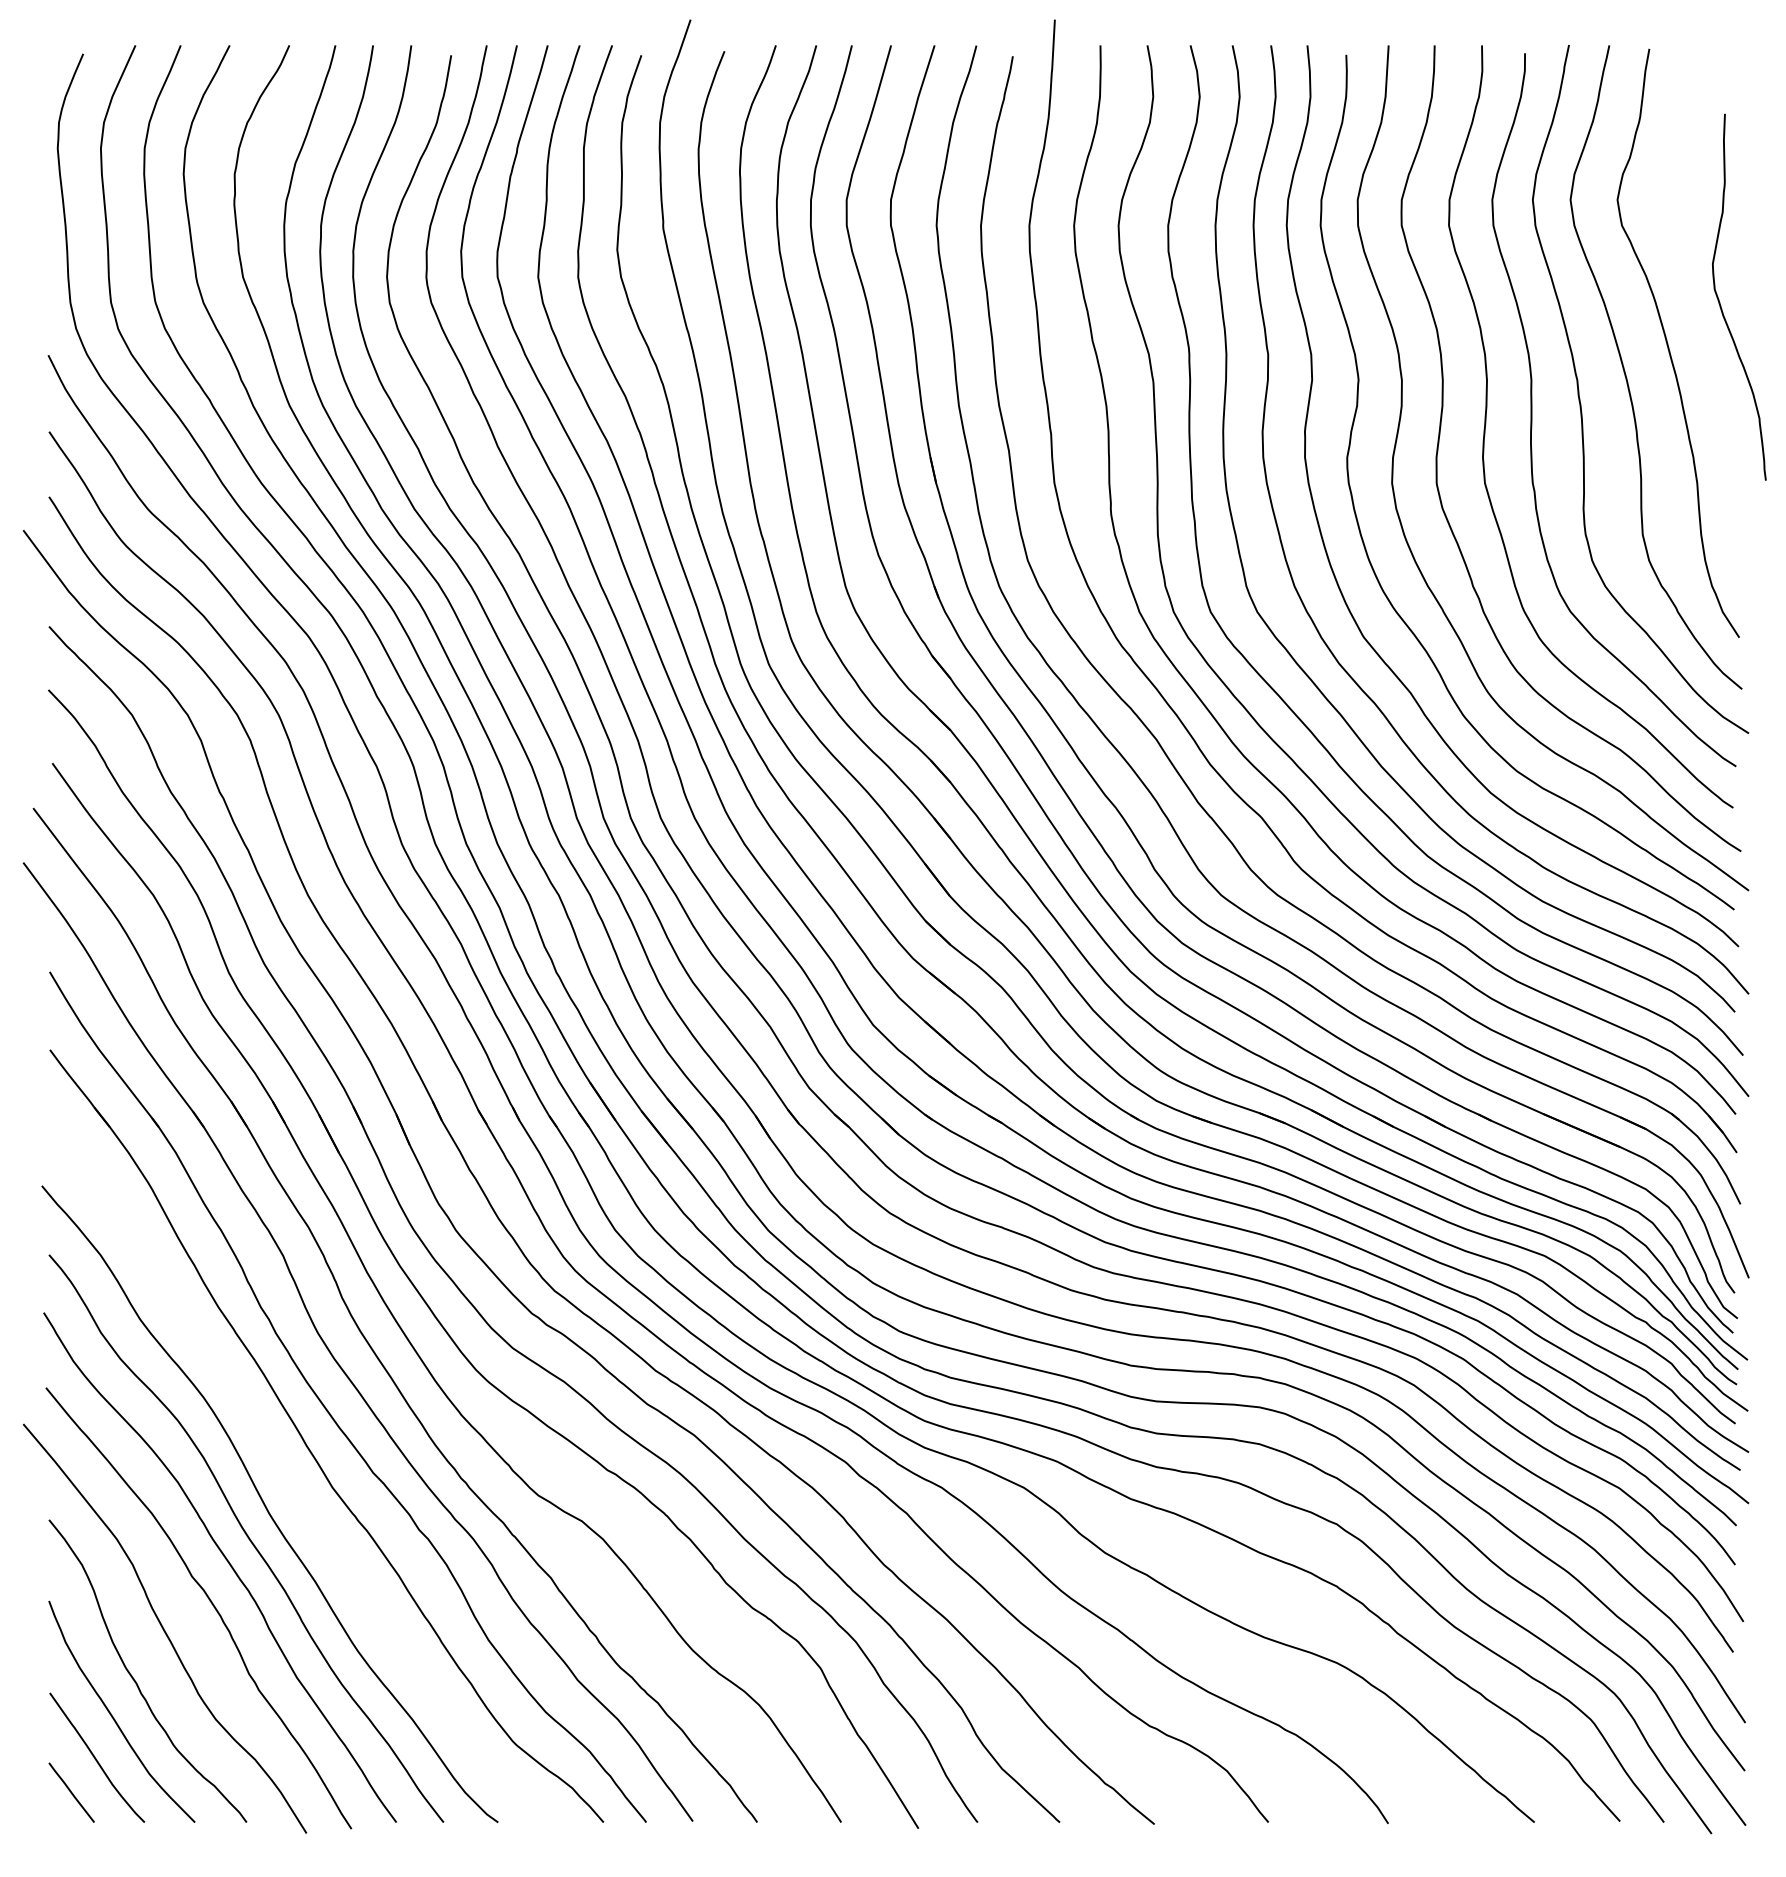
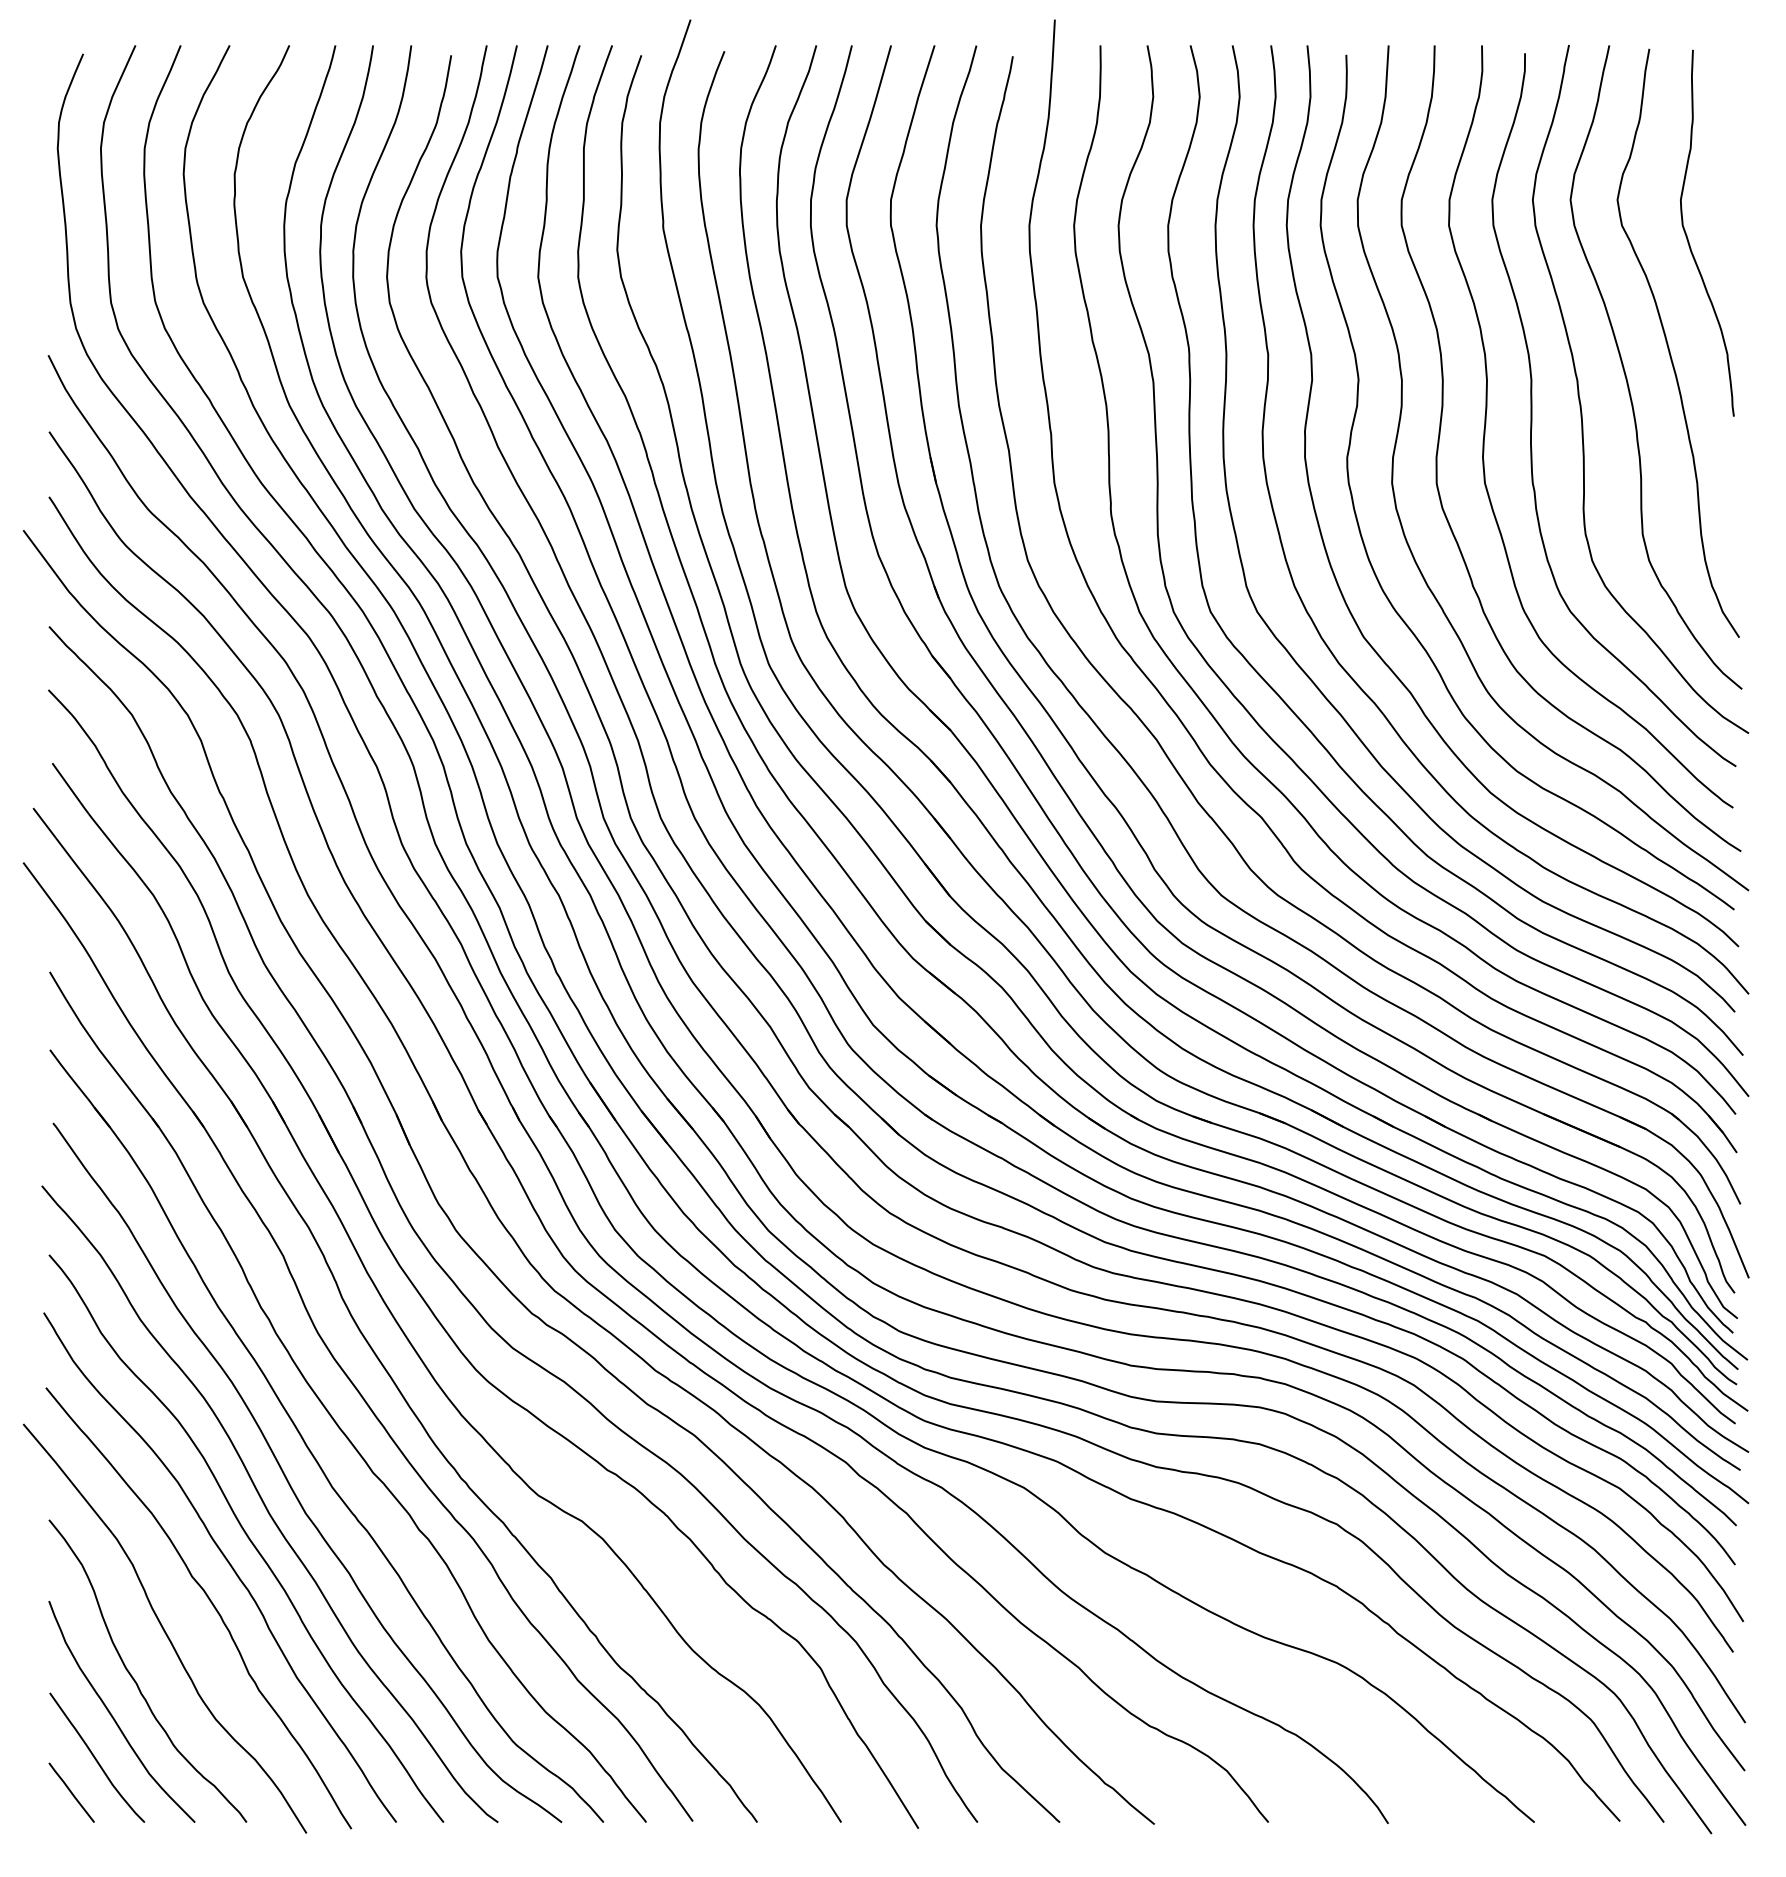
curve at (1720, 302) position: (1720, 302) -> (1688, 238)
curve at (289, 1482): none -> present
